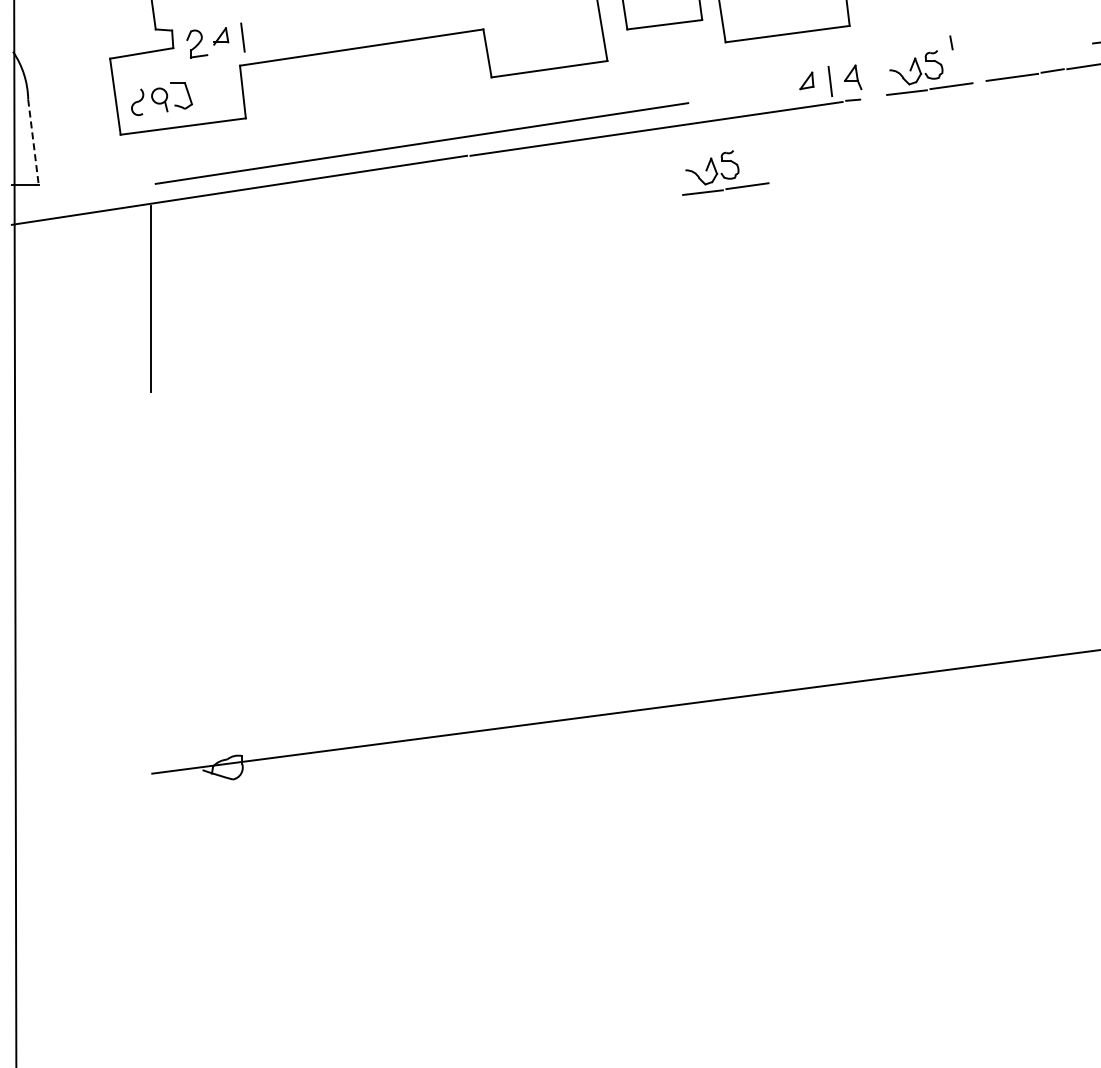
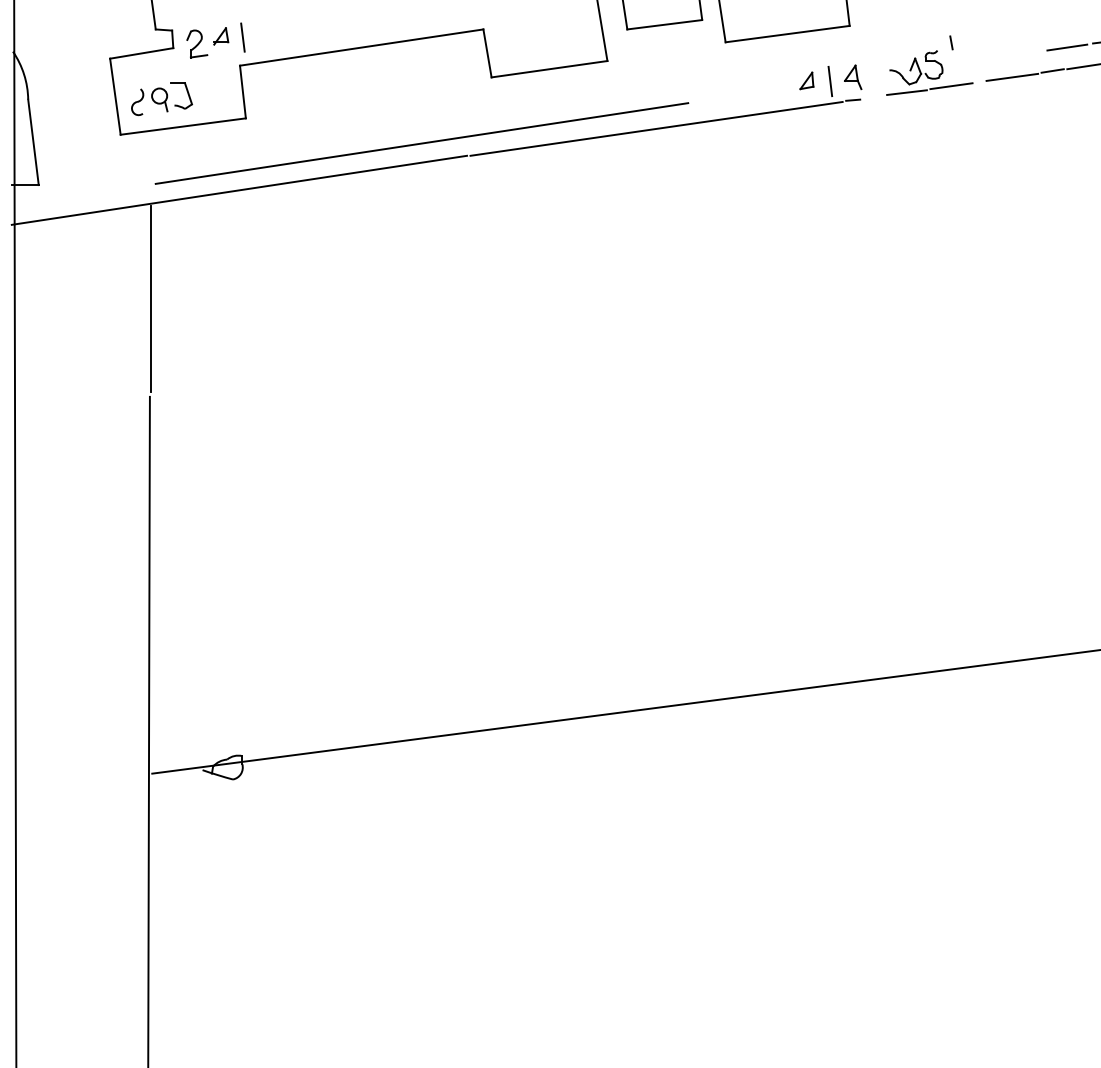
line at (1067, 47): none -> present
line at (33, 142): dashed -> solid
part at (725, 172): present -> none
line at (148, 730): none -> present
